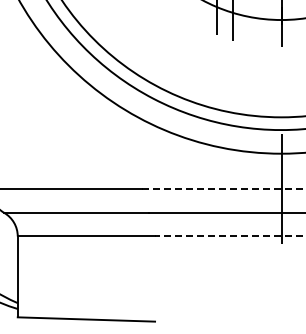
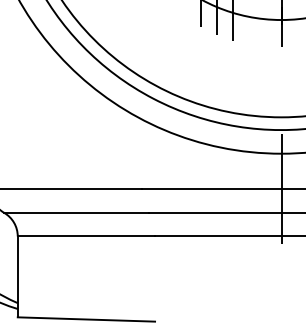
line at (201, 14): none -> present
line at (223, 189): dashed -> solid
line at (229, 236): dashed -> solid
